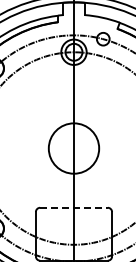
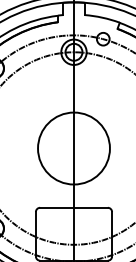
circle at (73, 148) diameter: 50 px -> 72 px
line at (74, 207): dashed -> solid
